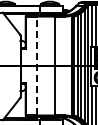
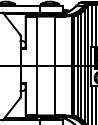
line at (37, 65): dashed -> solid
